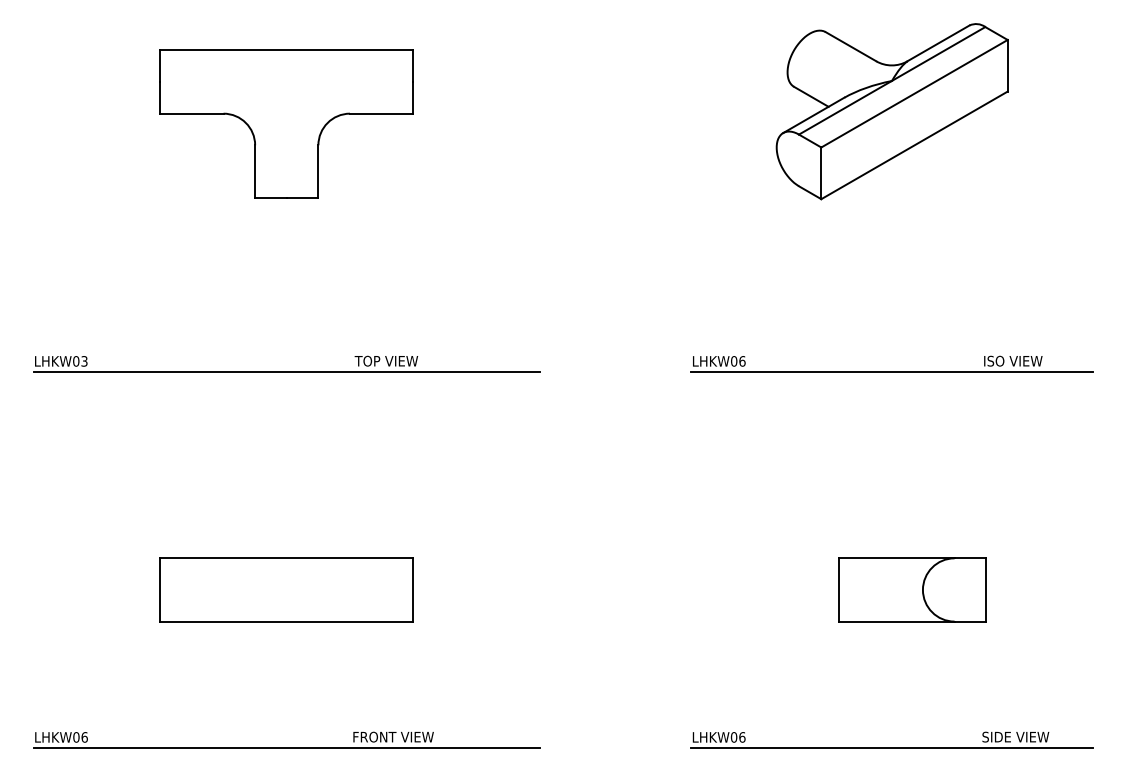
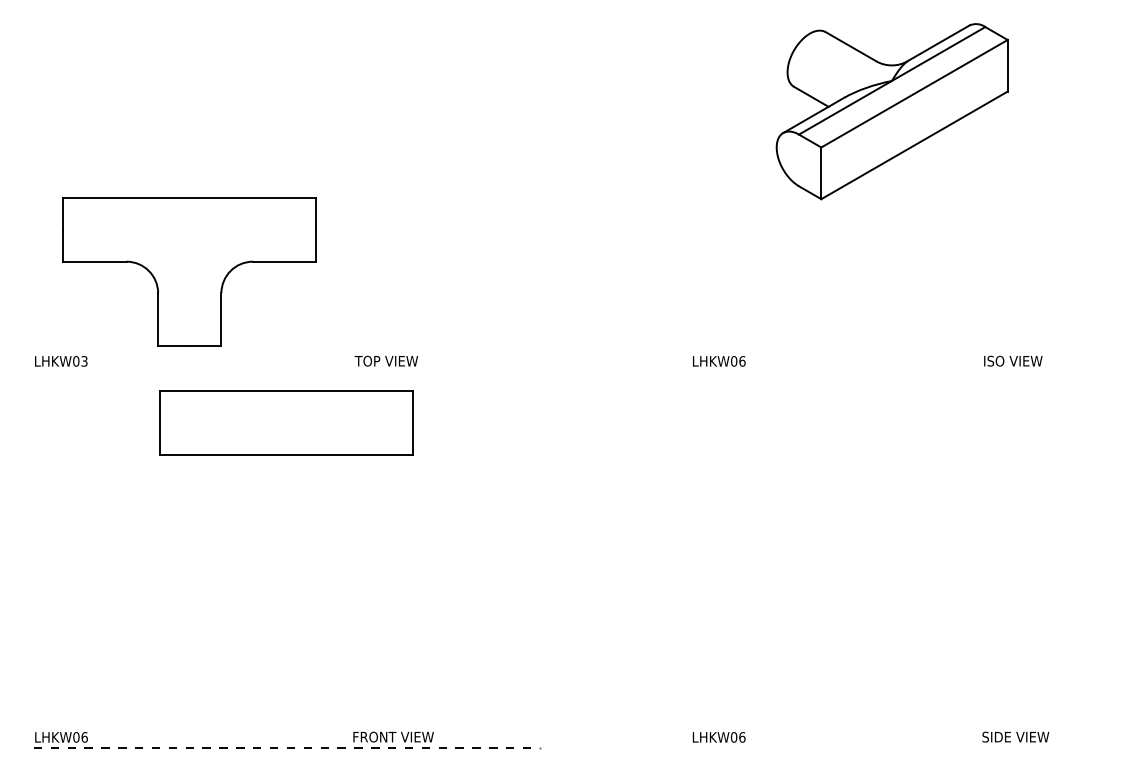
part at (286, 123) position: (286, 123) -> (189, 271)
line at (286, 372): present -> none
line at (891, 372): present -> none
part at (286, 589) position: (286, 589) -> (286, 422)
part at (912, 589): present -> none
line at (286, 748): solid -> dashed
line at (891, 748): present -> none
